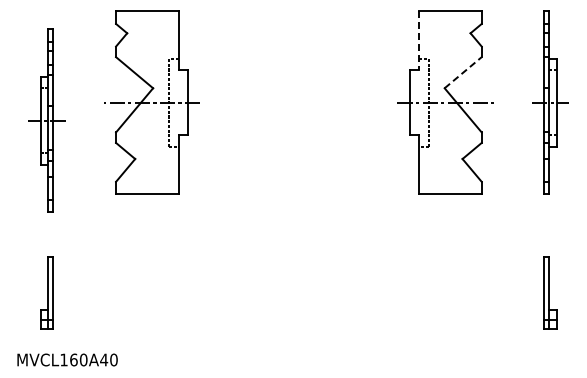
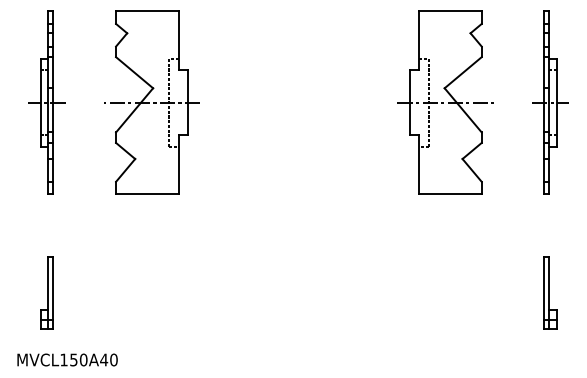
line at (419, 41): dashed -> solid
line at (463, 72): dashed -> solid
part at (46, 120) position: (46, 120) -> (46, 102)
text at (73, 359): MVCL160A40 -> MVCL150A40
